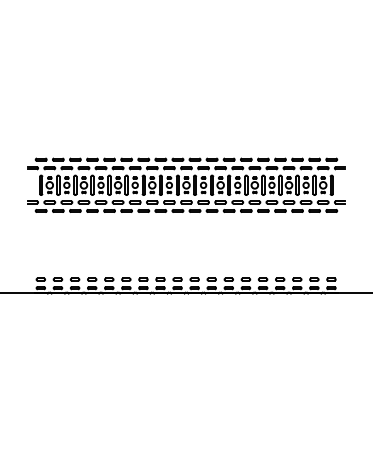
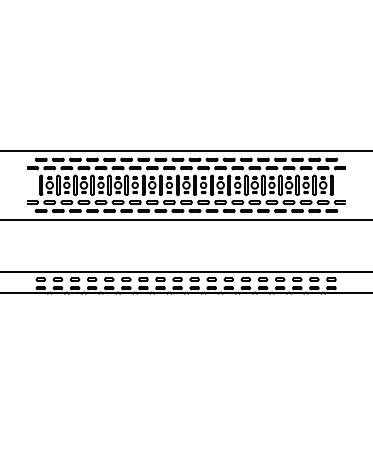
line at (185, 151): none -> present
line at (185, 219): none -> present
line at (185, 272): none -> present
